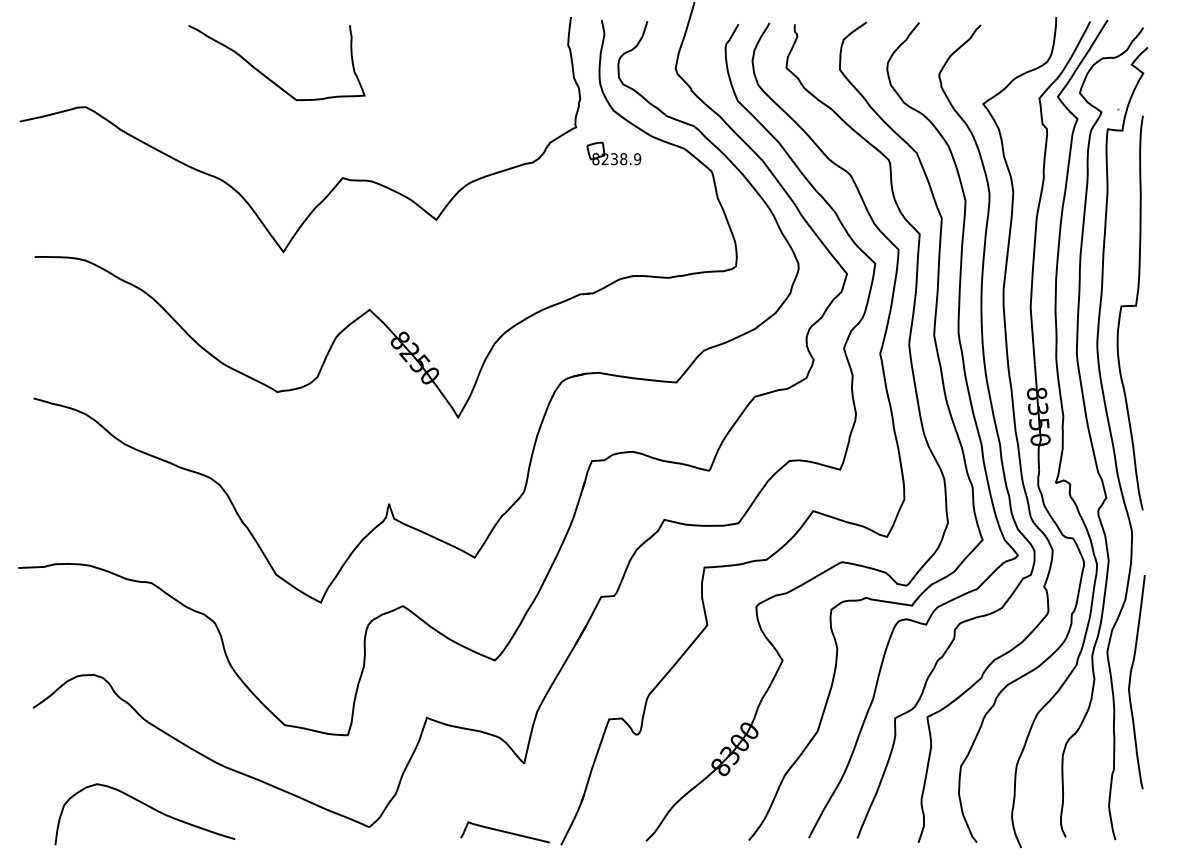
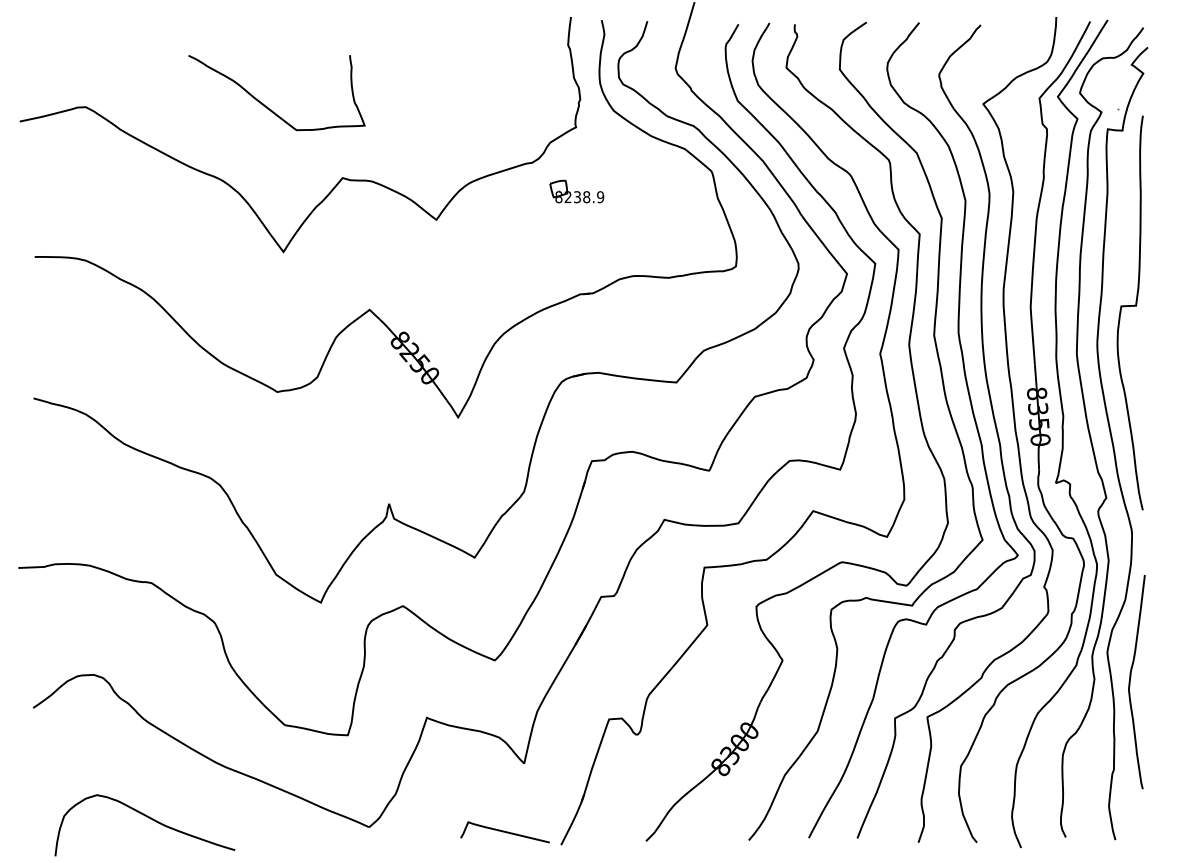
curve at (267, 76) position: (267, 76) -> (267, 106)
part at (613, 153) position: (613, 153) -> (576, 191)
curve at (148, 807) position: (148, 807) -> (148, 818)
